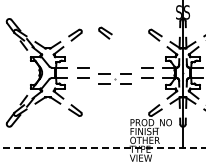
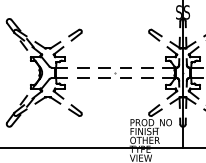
part at (105, 32): present -> none
part at (114, 78) position: (114, 78) -> (114, 72)
line at (103, 147): dashed -> solid
